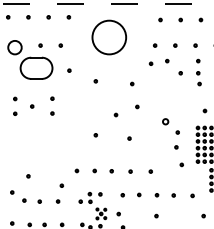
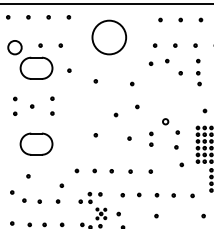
line at (106, 3): dashed -> solid
part at (151, 138): none -> present
part at (36, 143): none -> present
